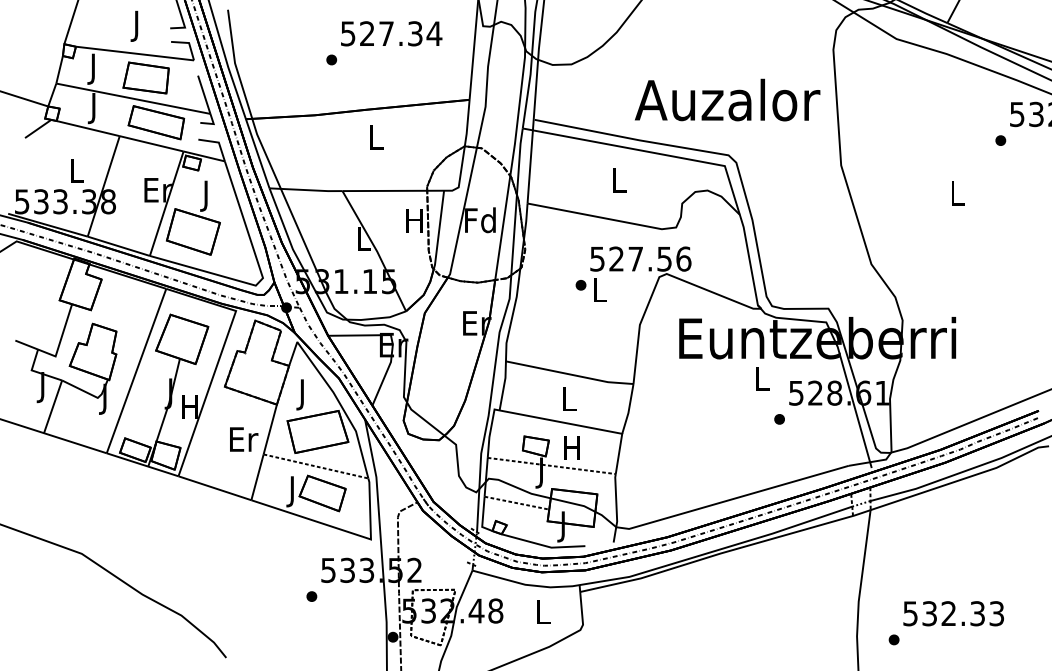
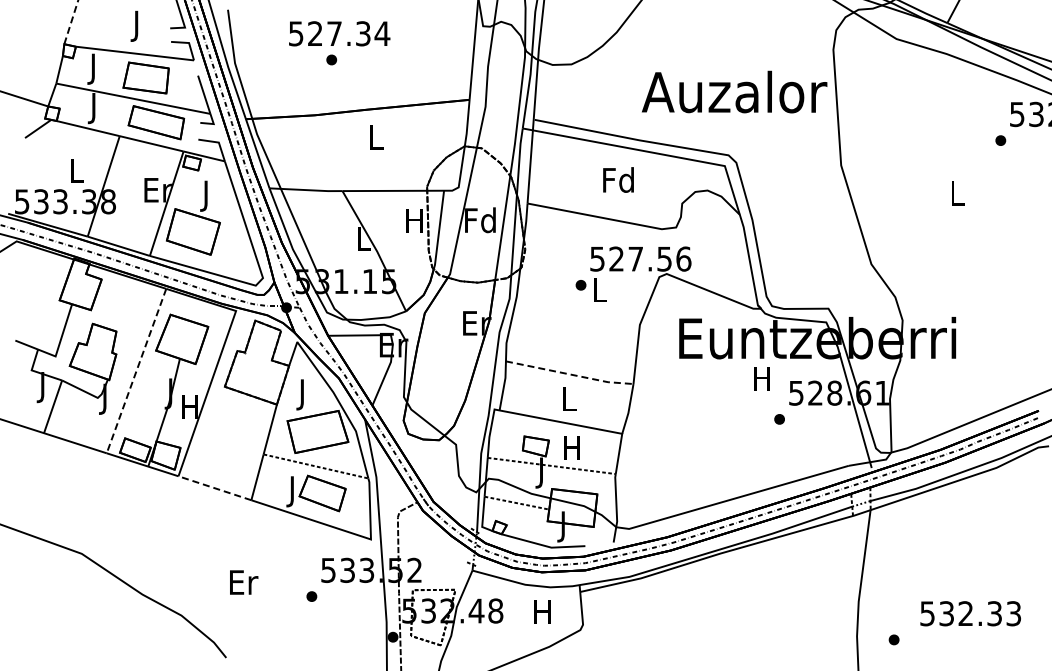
line at (71, 22): solid -> dashed
text at (391, 33) position: (391, 33) -> (339, 33)
text at (727, 99) position: (727, 99) -> (734, 91)
text at (618, 179): L -> Fd
line at (136, 371): solid -> dashed
line at (570, 374): solid -> dashed
text at (761, 378): L -> H
text at (244, 439) position: (244, 439) -> (244, 582)
line at (214, 488): solid -> dashed
text at (542, 611): L -> H
text at (953, 613) position: (953, 613) -> (970, 613)
